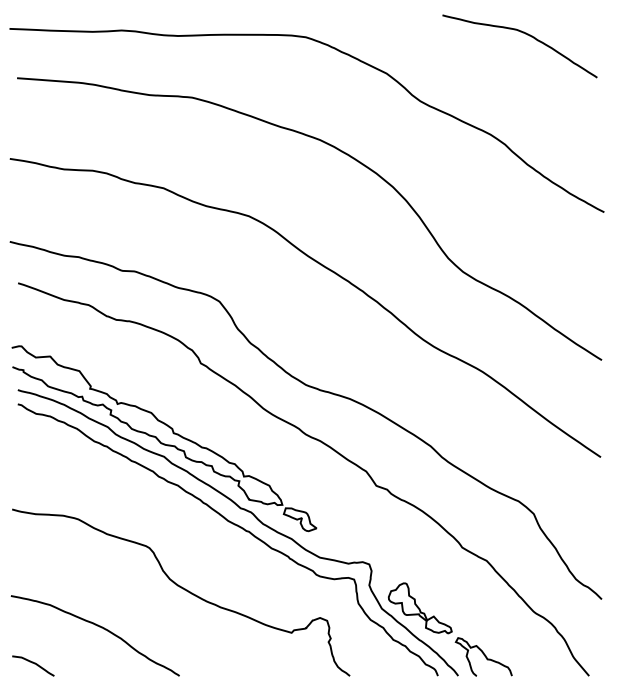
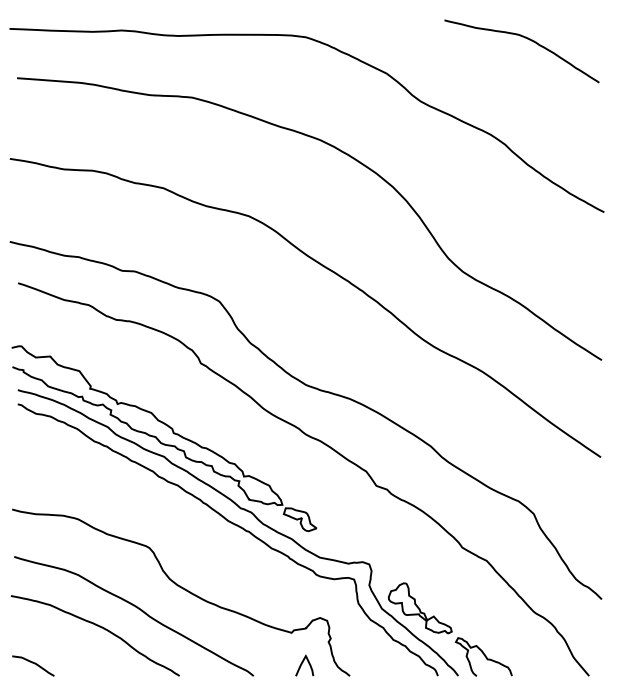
curve at (522, 33) position: (522, 33) -> (524, 38)
curve at (138, 609): none -> present
curve at (302, 664): none -> present
